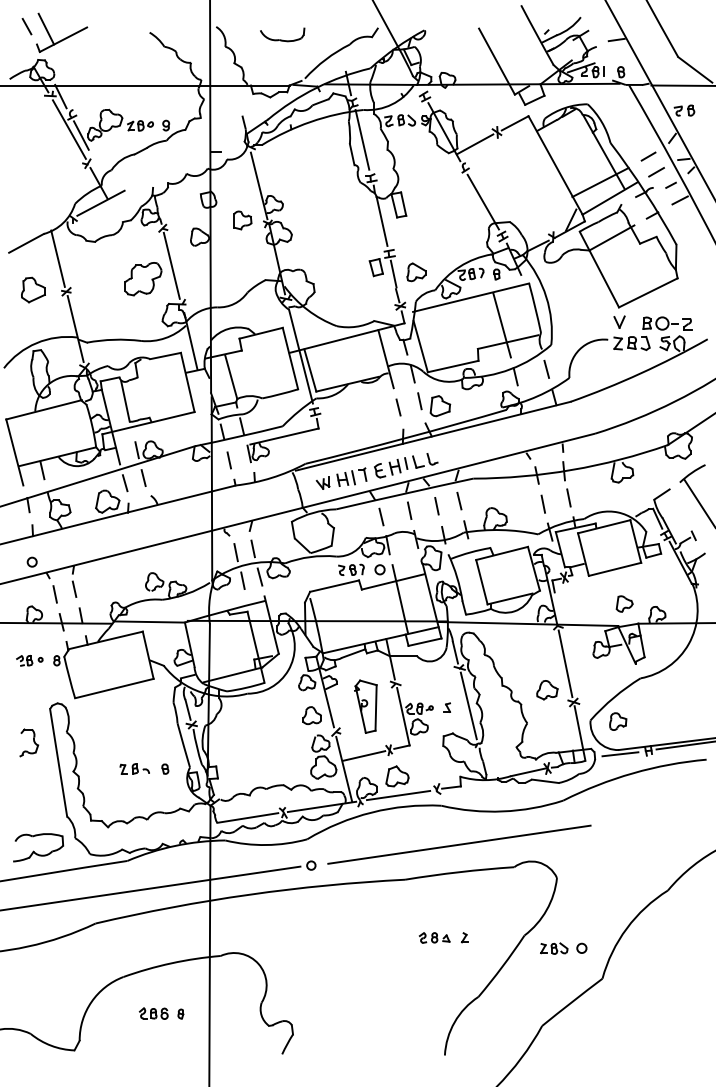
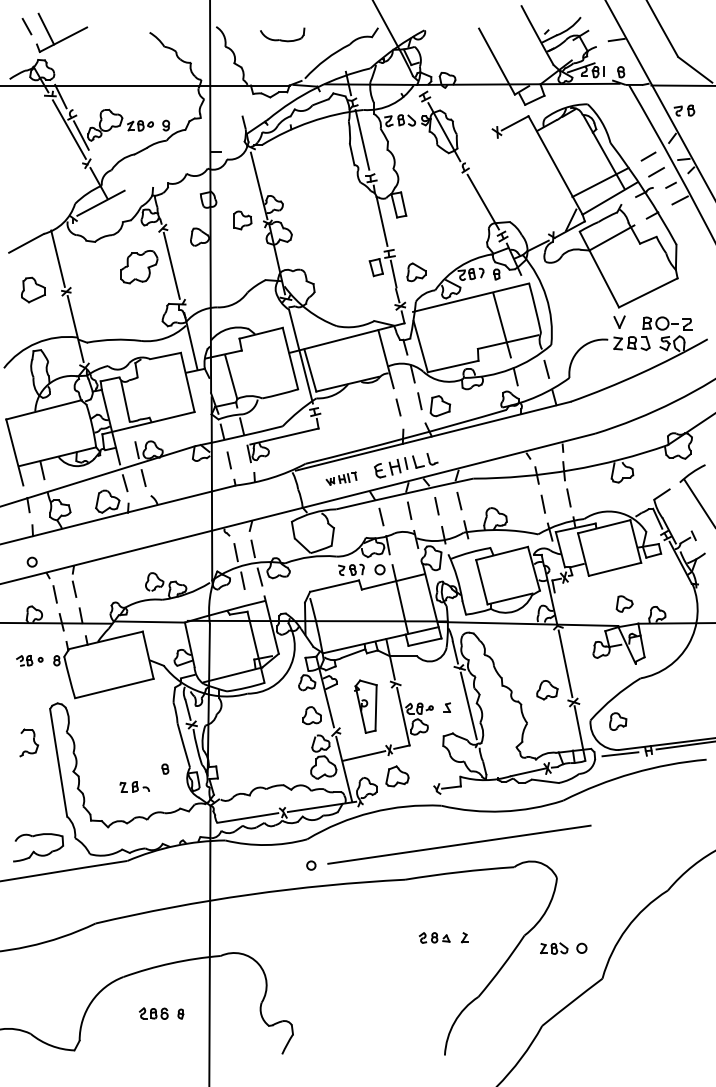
line at (474, 144): present -> none
part at (143, 279) position: (143, 279) -> (139, 267)
part at (341, 478) size: 53x23 px -> 33x15 px
part at (134, 768) position: (134, 768) -> (134, 786)
line at (398, 795): present -> none
line at (151, 888): present -> none
